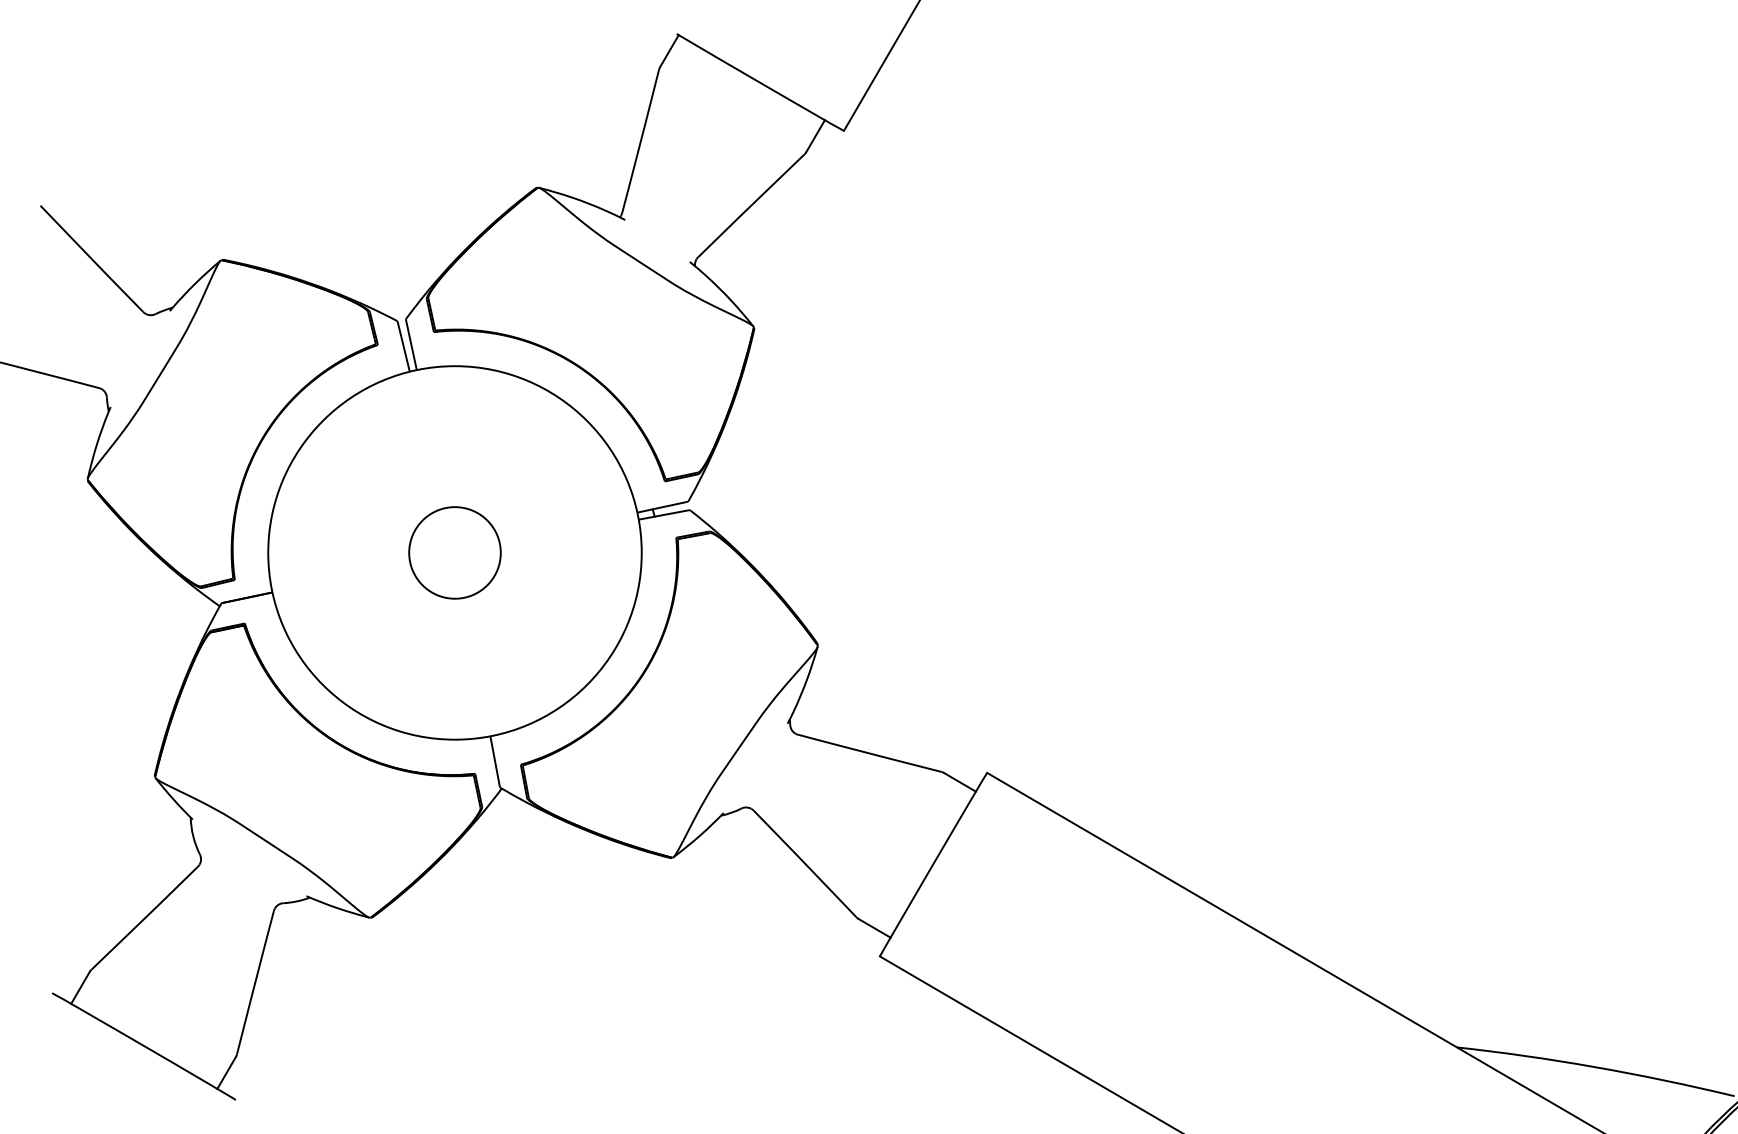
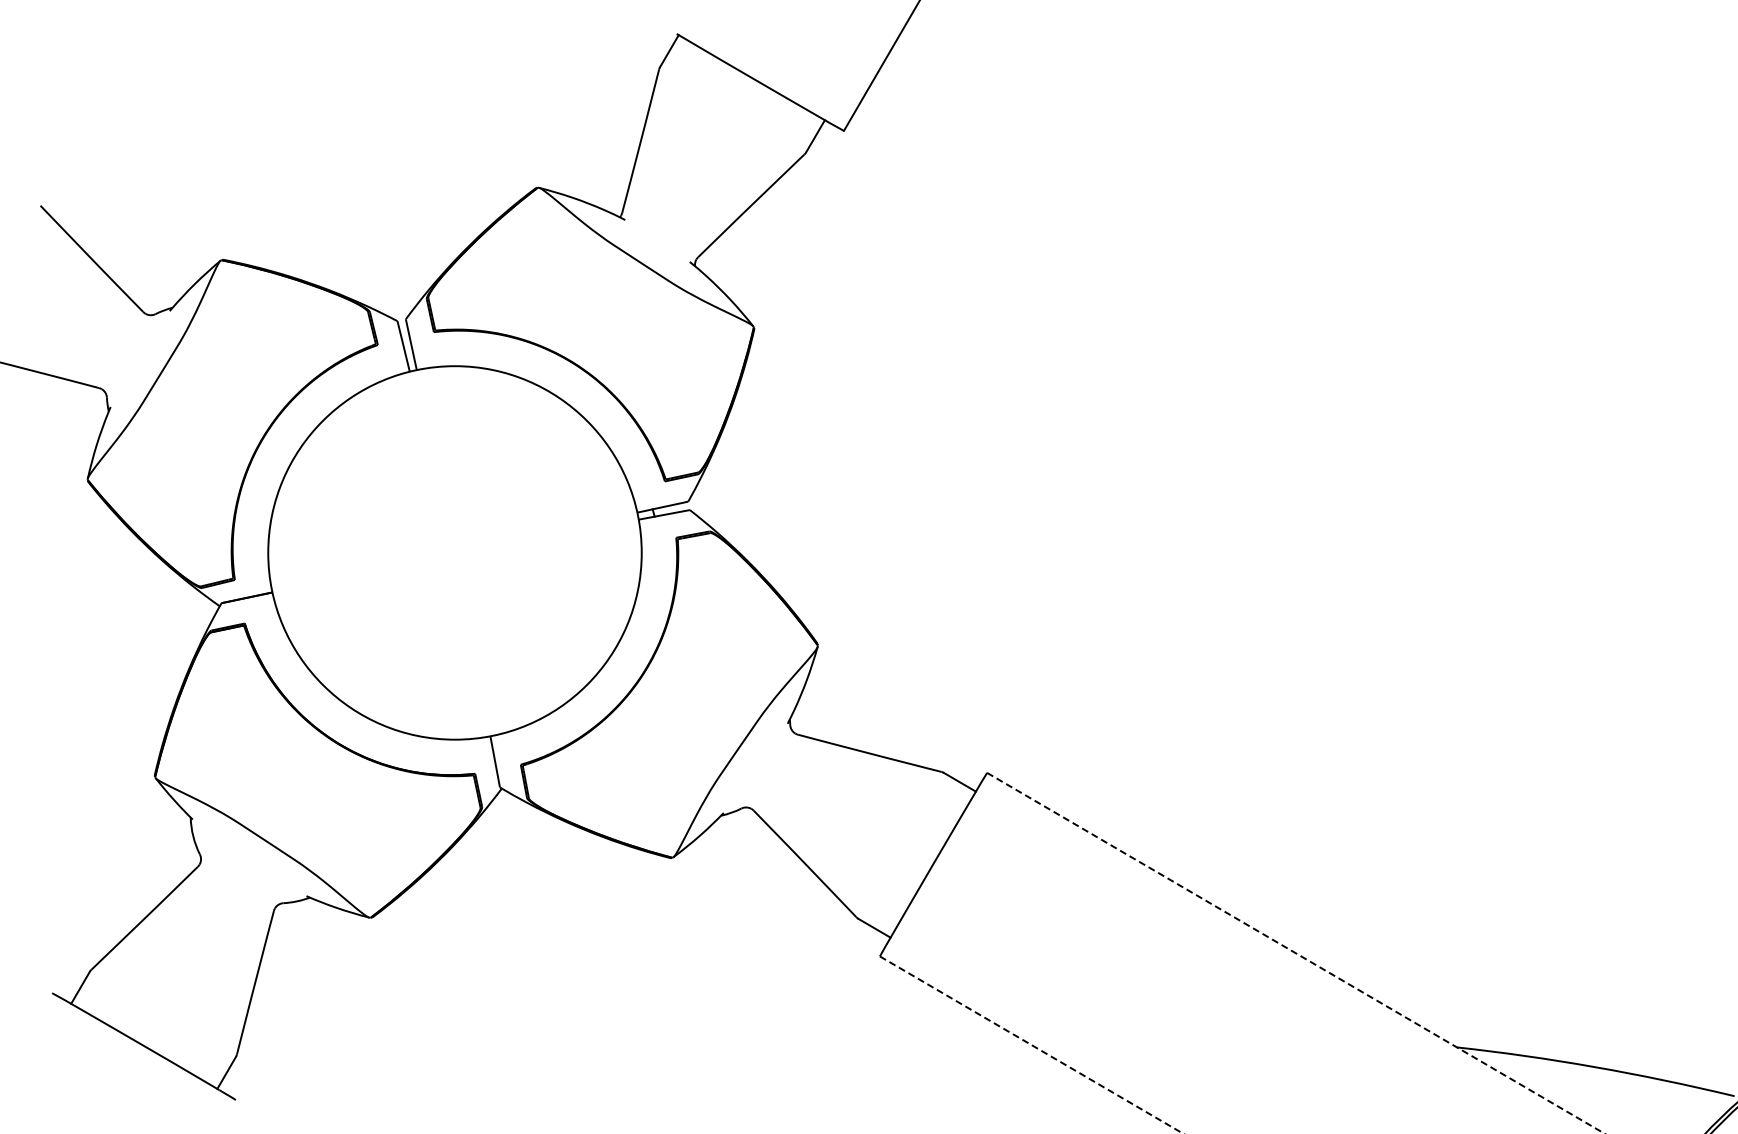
circle at (454, 552): present -> none
line at (1296, 953): solid -> dashed
line at (1031, 1045): solid -> dashed
